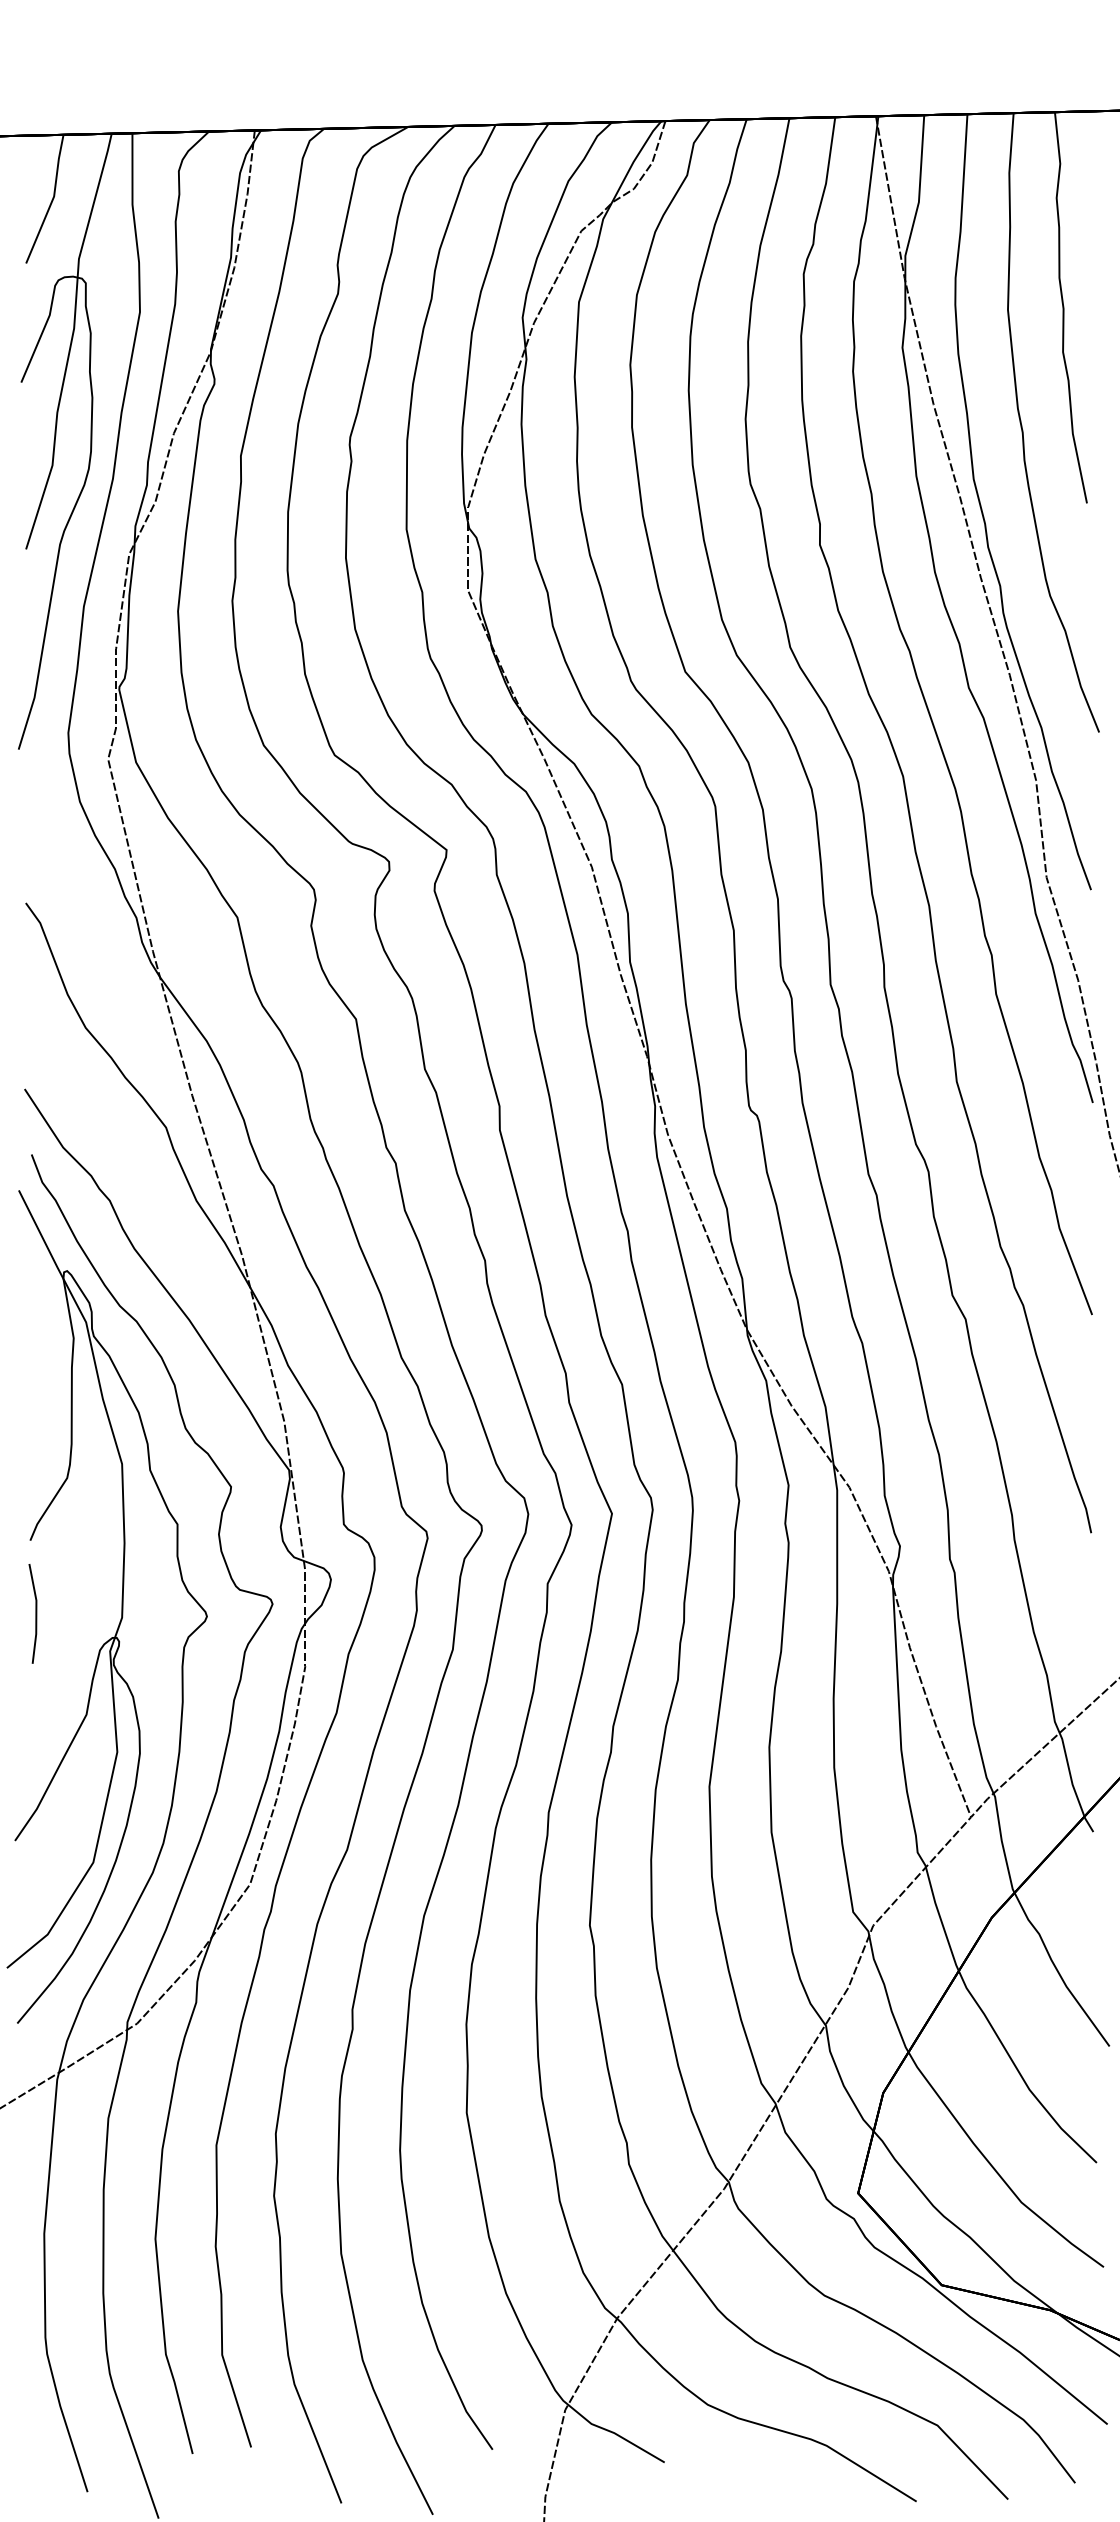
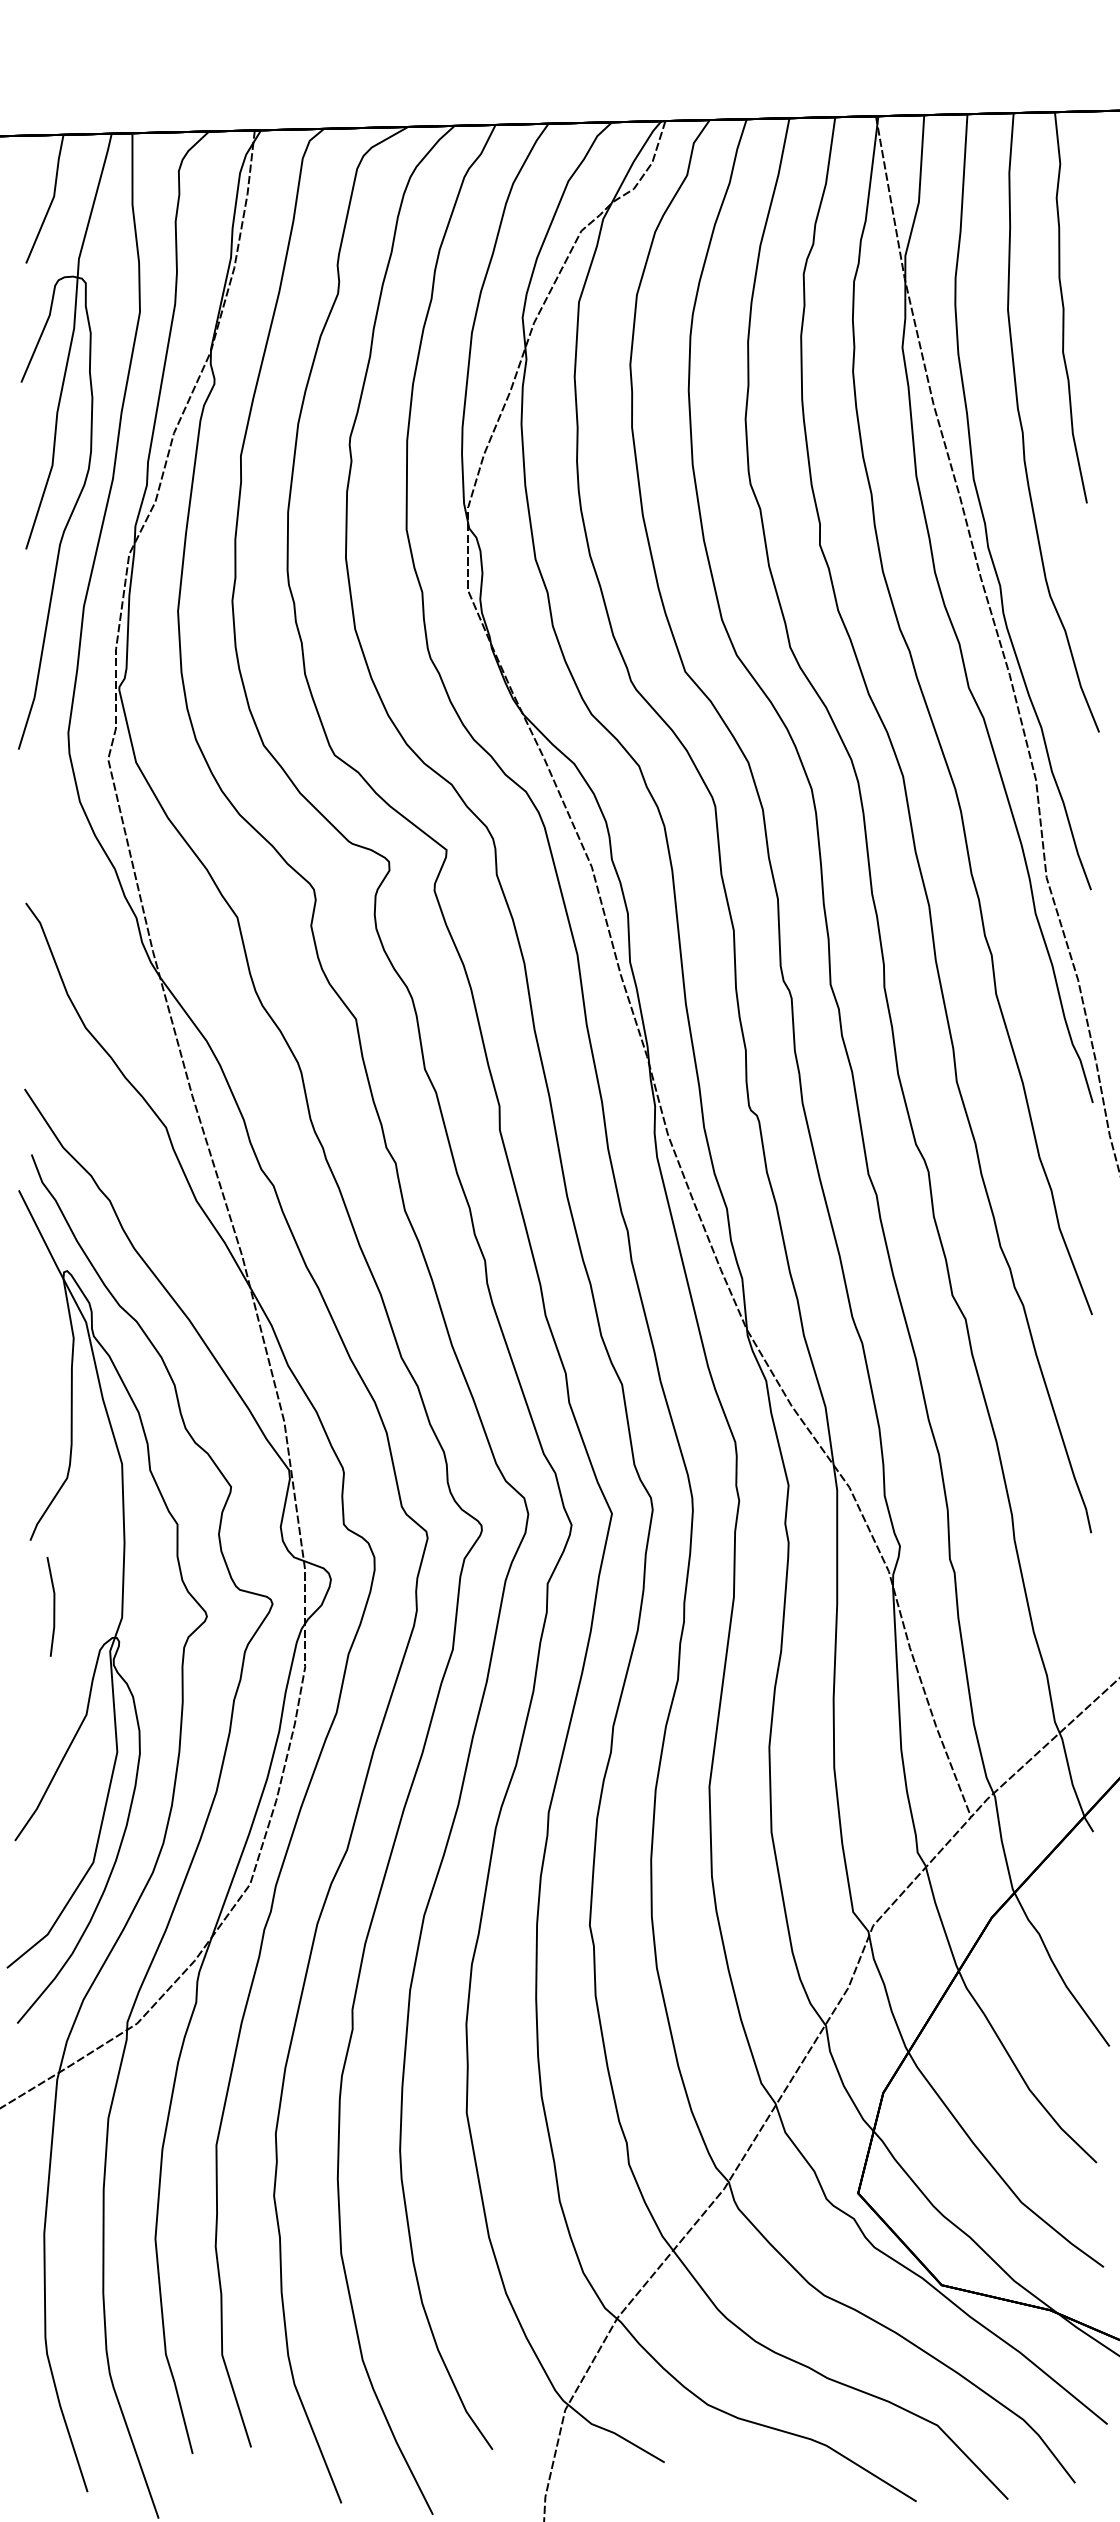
line at (35, 1613) position: (35, 1613) -> (53, 1606)
